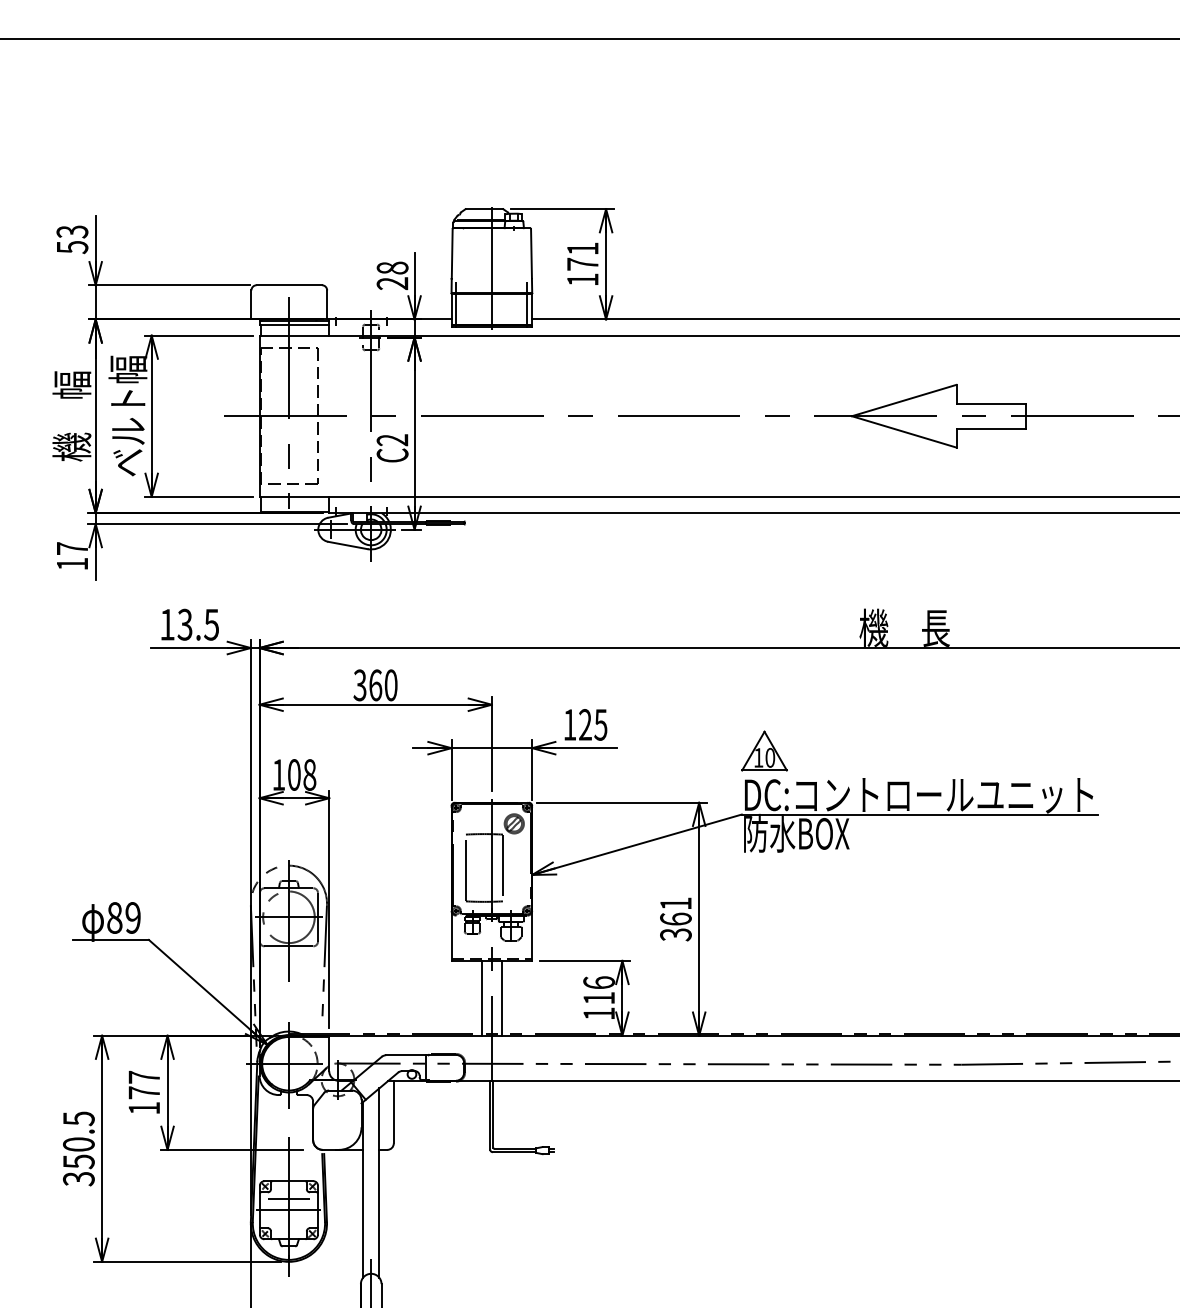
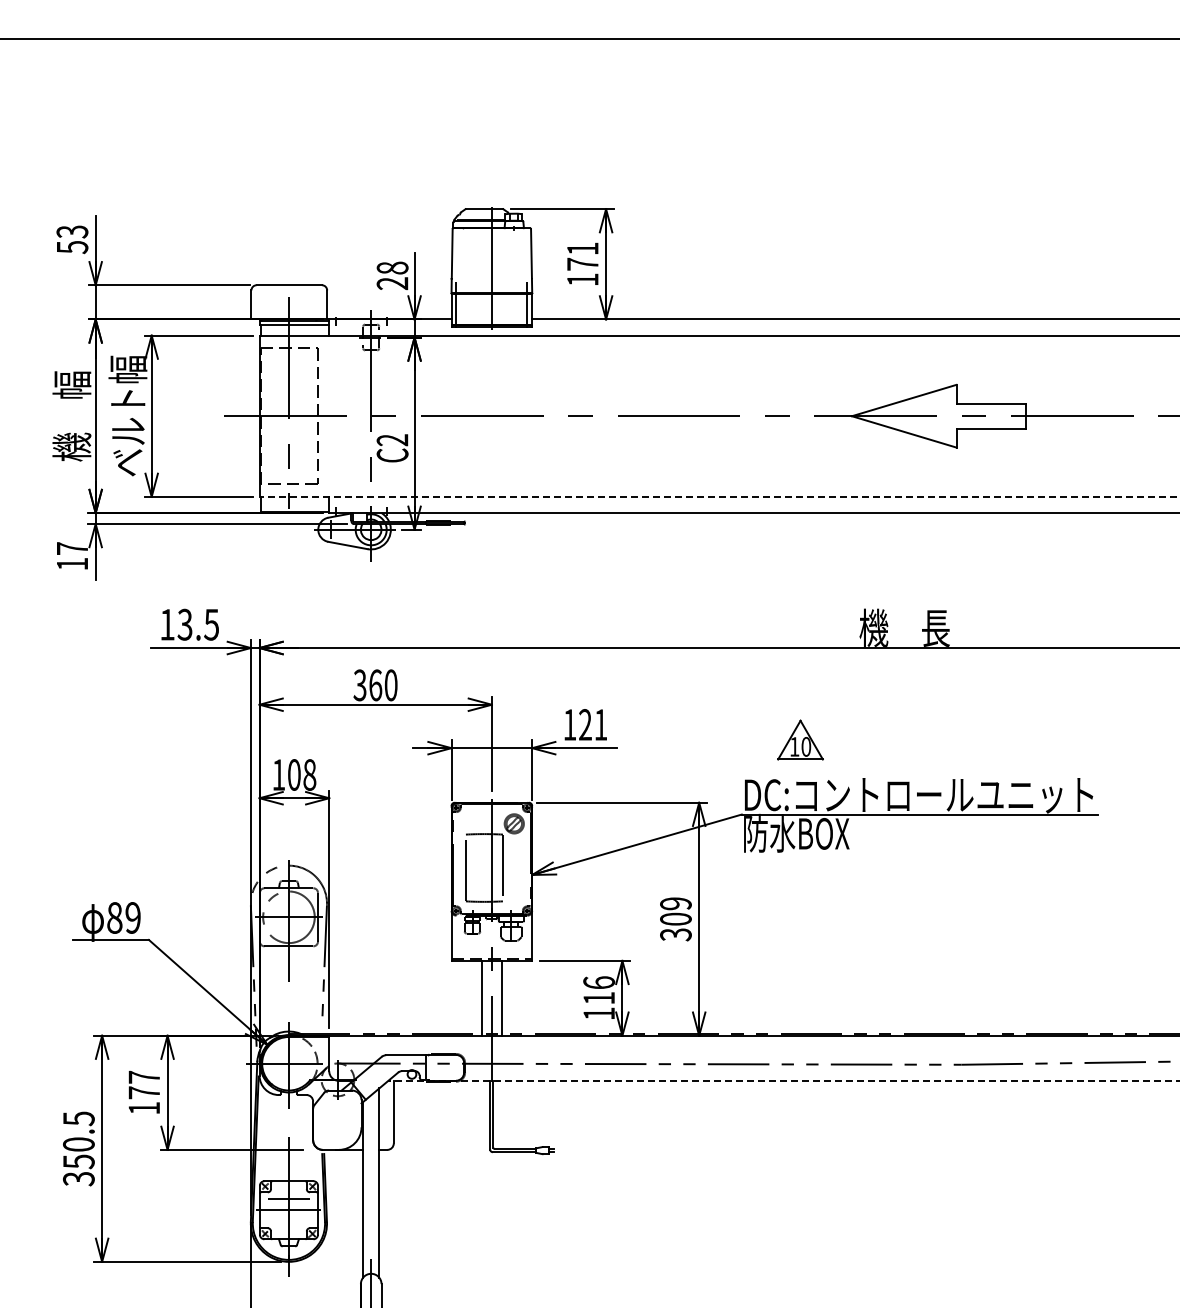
line at (719, 496): solid -> dashed
text at (600, 724): 125 -> 121
part at (764, 750) position: (764, 750) -> (800, 739)
text at (675, 911): 361 -> 309
line at (784, 1080): solid -> dashed
